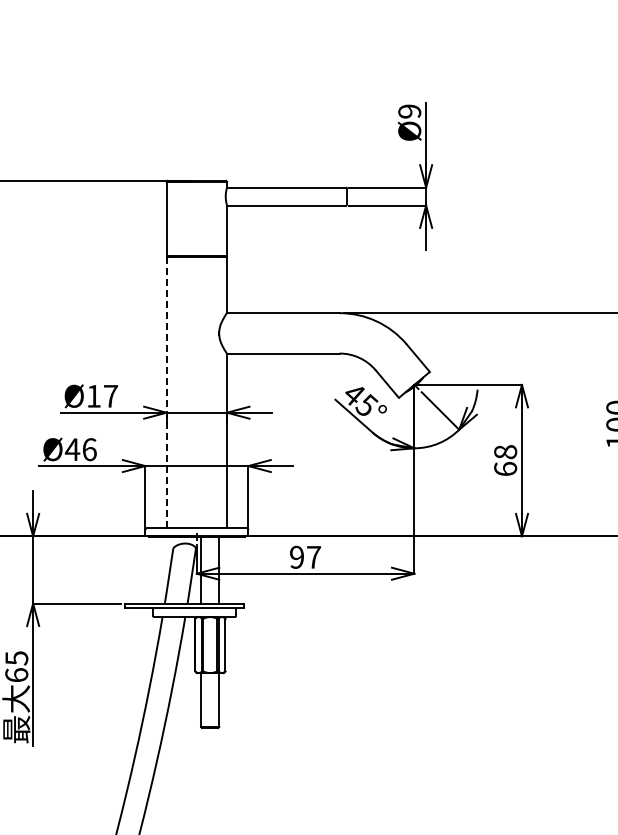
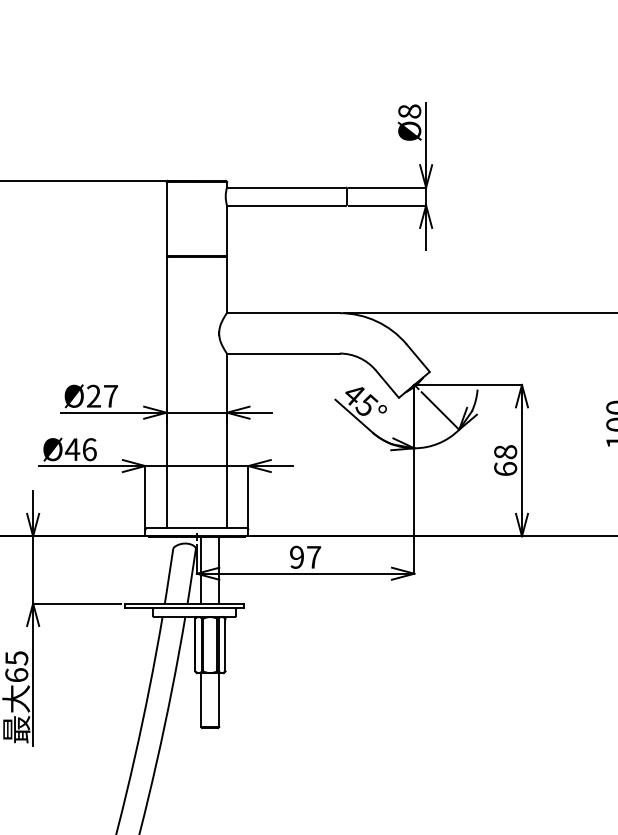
text at (409, 111): Ø9 -> Ø8
line at (166, 392): dashed -> solid
text at (93, 395): Ø17 -> Ø27
